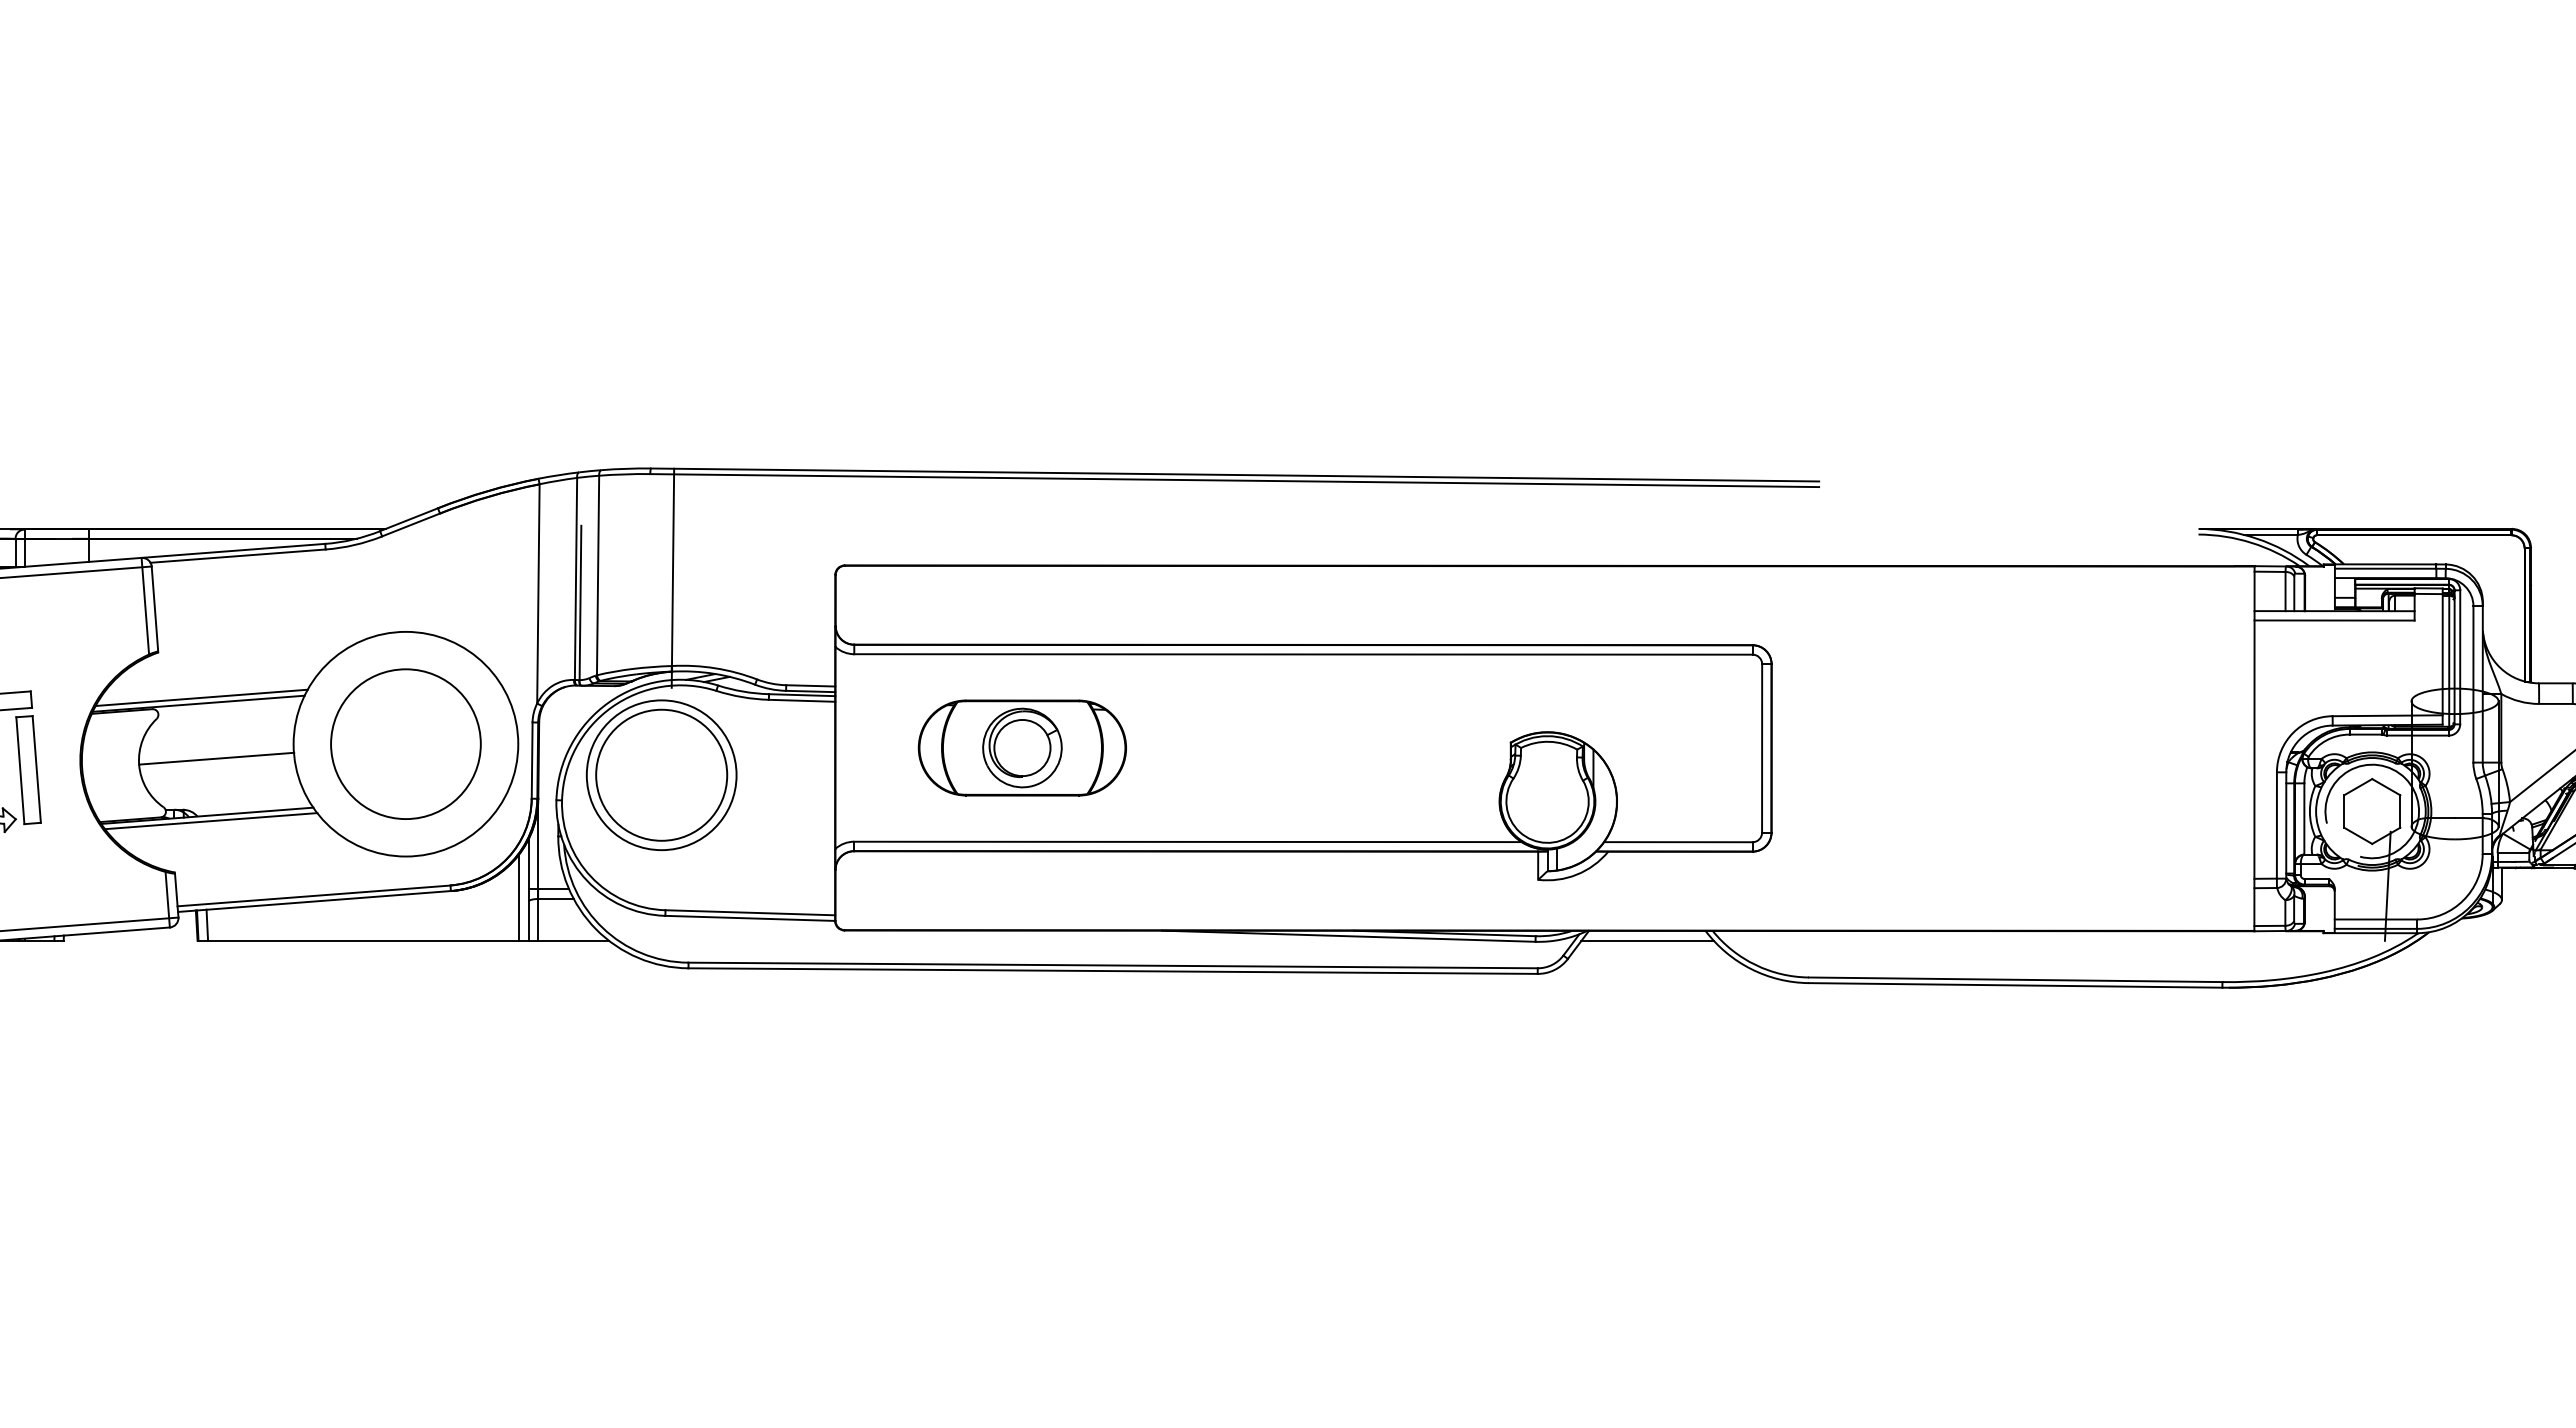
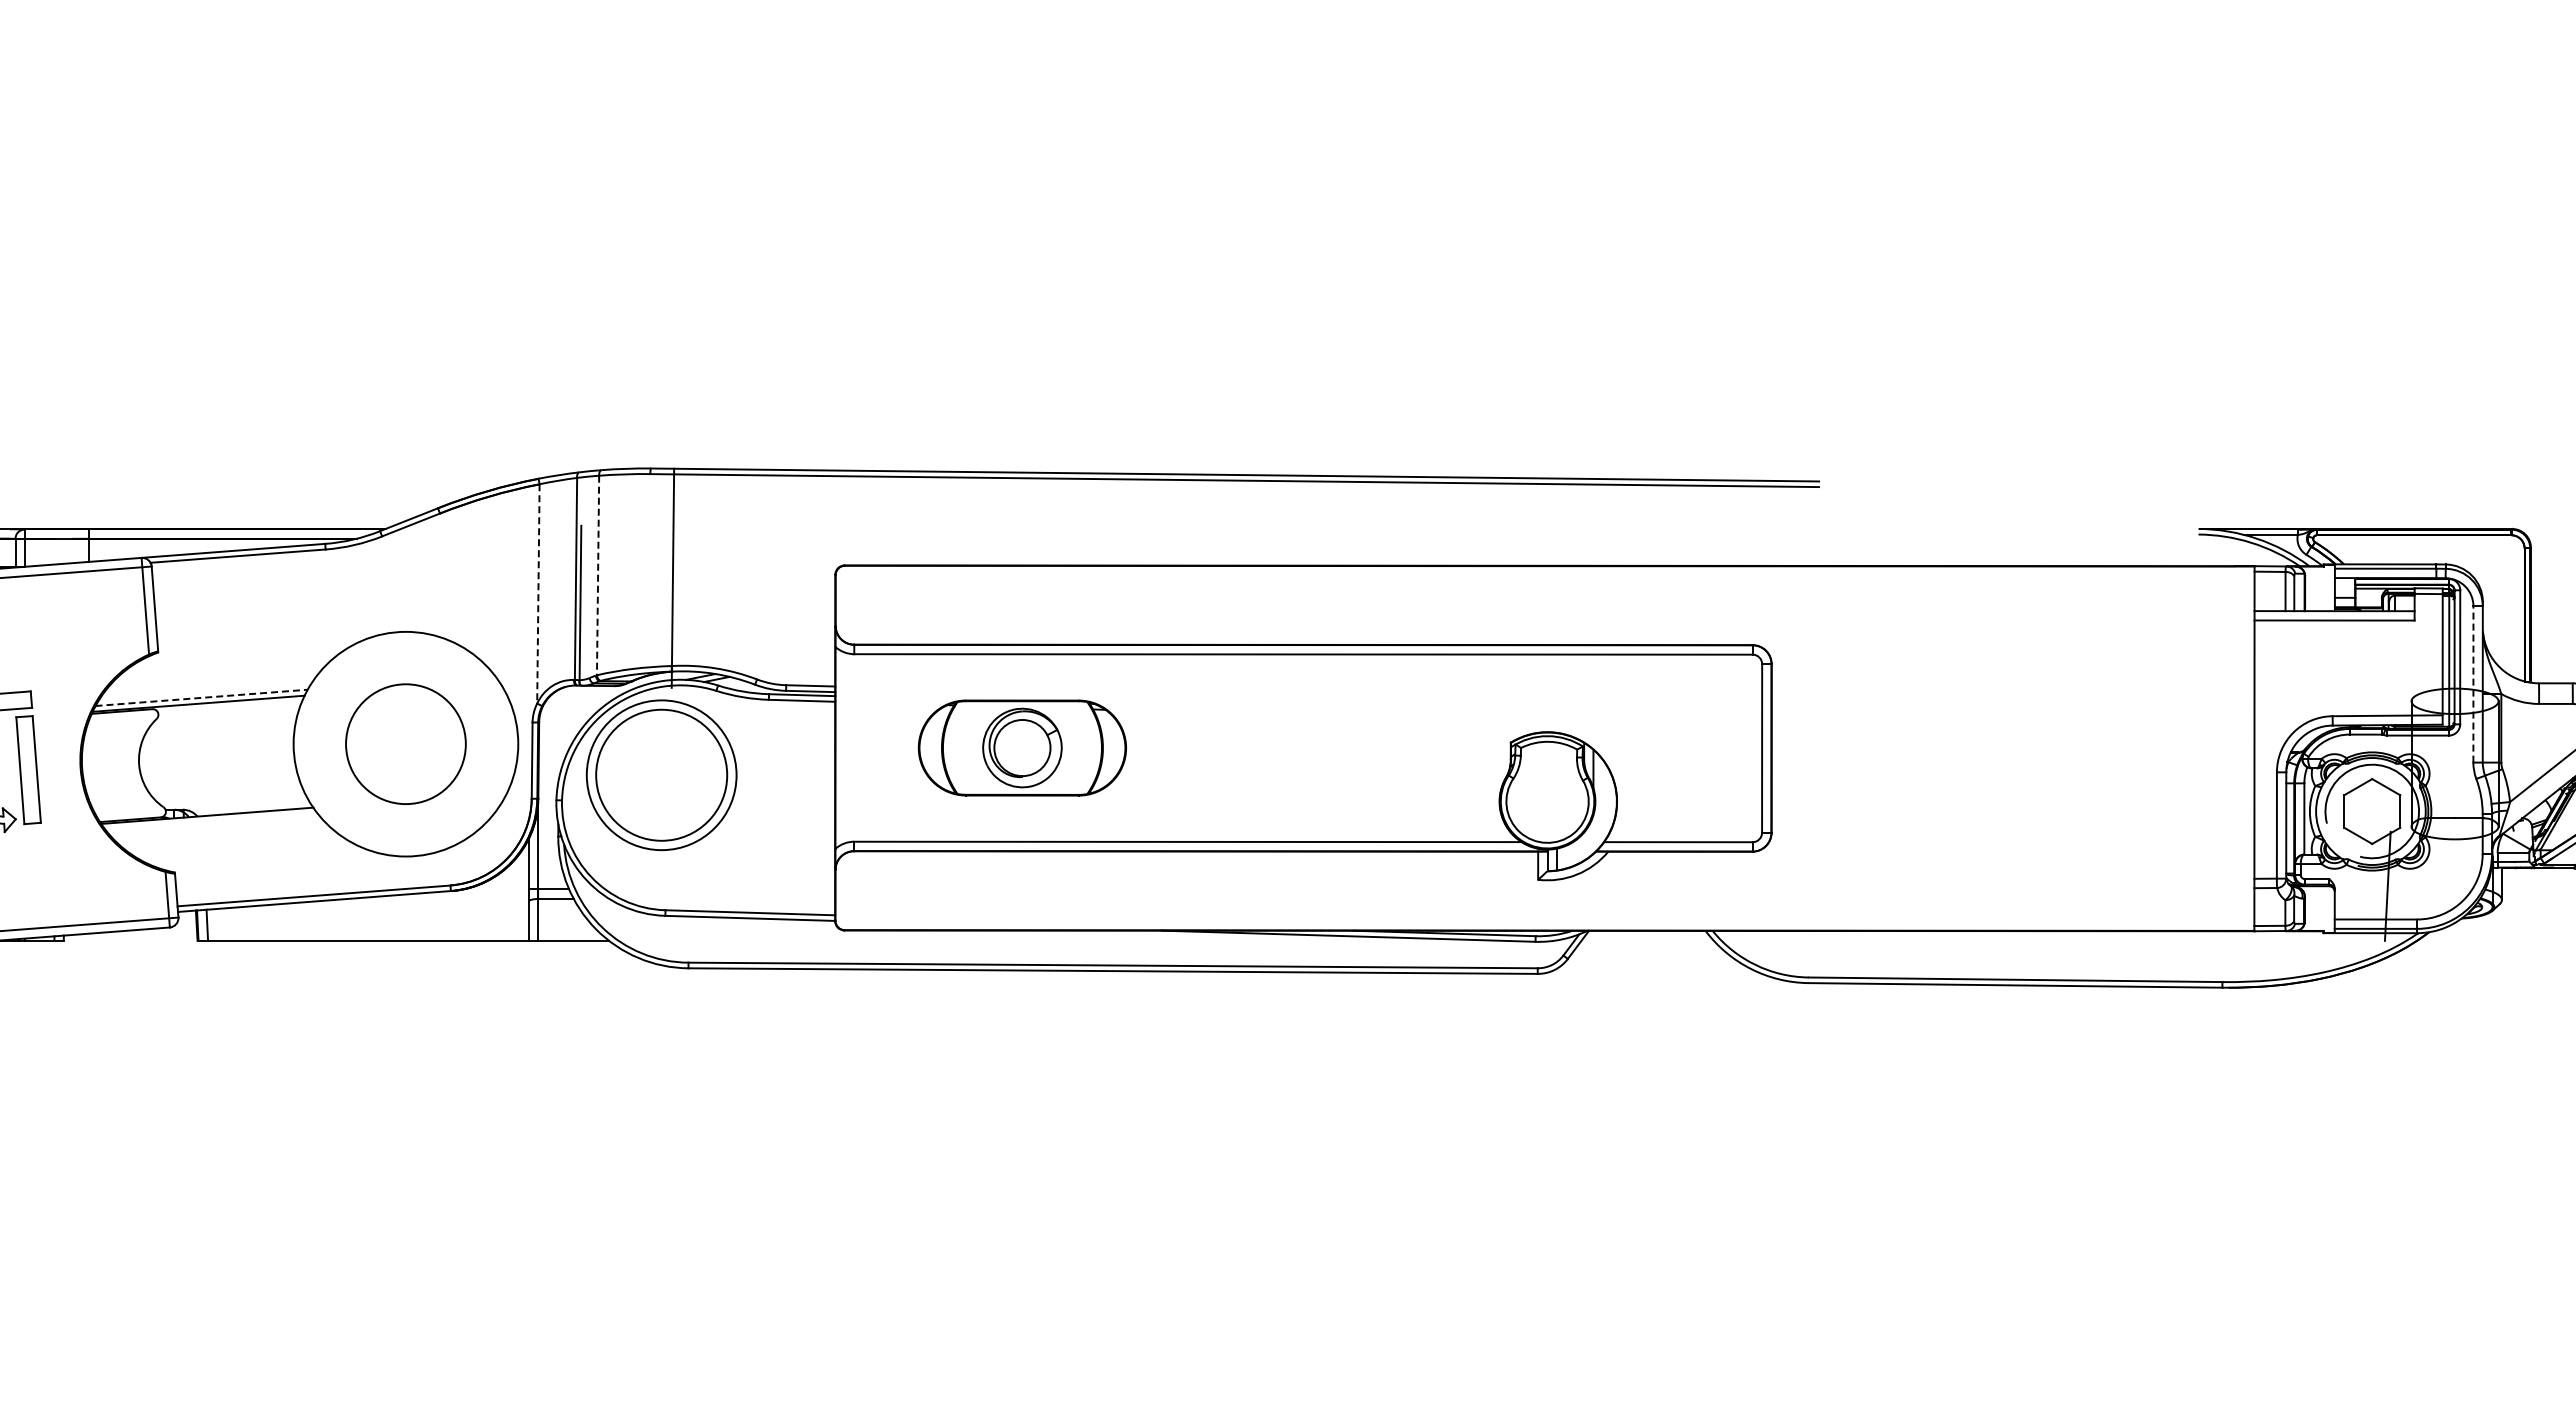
line at (598, 575): solid -> dashed
line at (538, 593): solid -> dashed
line at (2473, 683): solid -> dashed
line at (202, 697): solid -> dashed
circle at (405, 744) diameter: 150 px -> 120 px
line at (216, 758): present -> none
line at (210, 821): present -> none
line at (519, 897): present -> none
line at (1647, 940): present -> none
